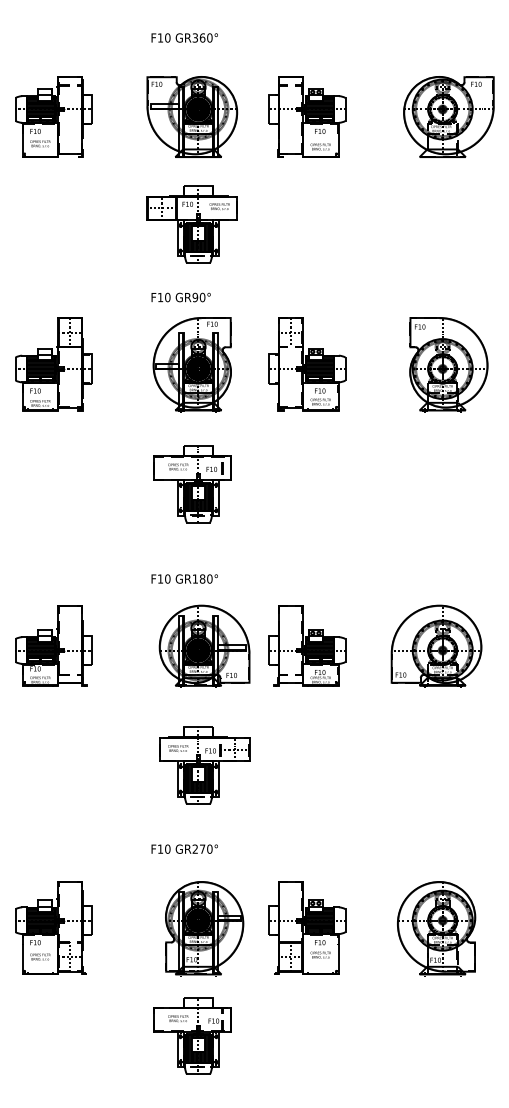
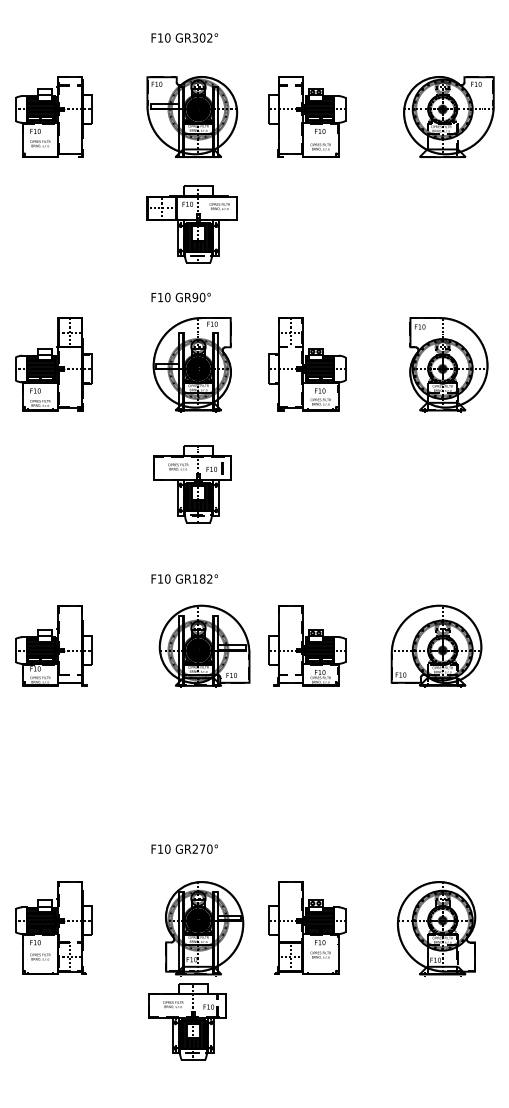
text at (206, 37): GR360° -> GR302°
text at (209, 578): GR180° -> GR182°
part at (204, 765): present -> none
part at (192, 1035) position: (192, 1035) -> (187, 1021)
